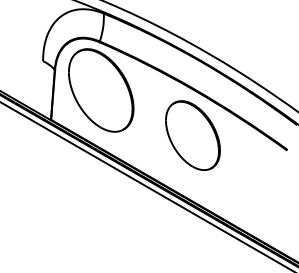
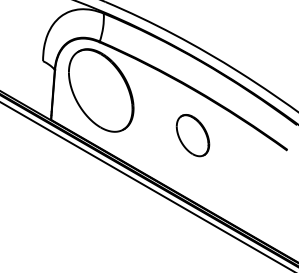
part at (192, 135) size: 56x71 px -> 36x44 px
